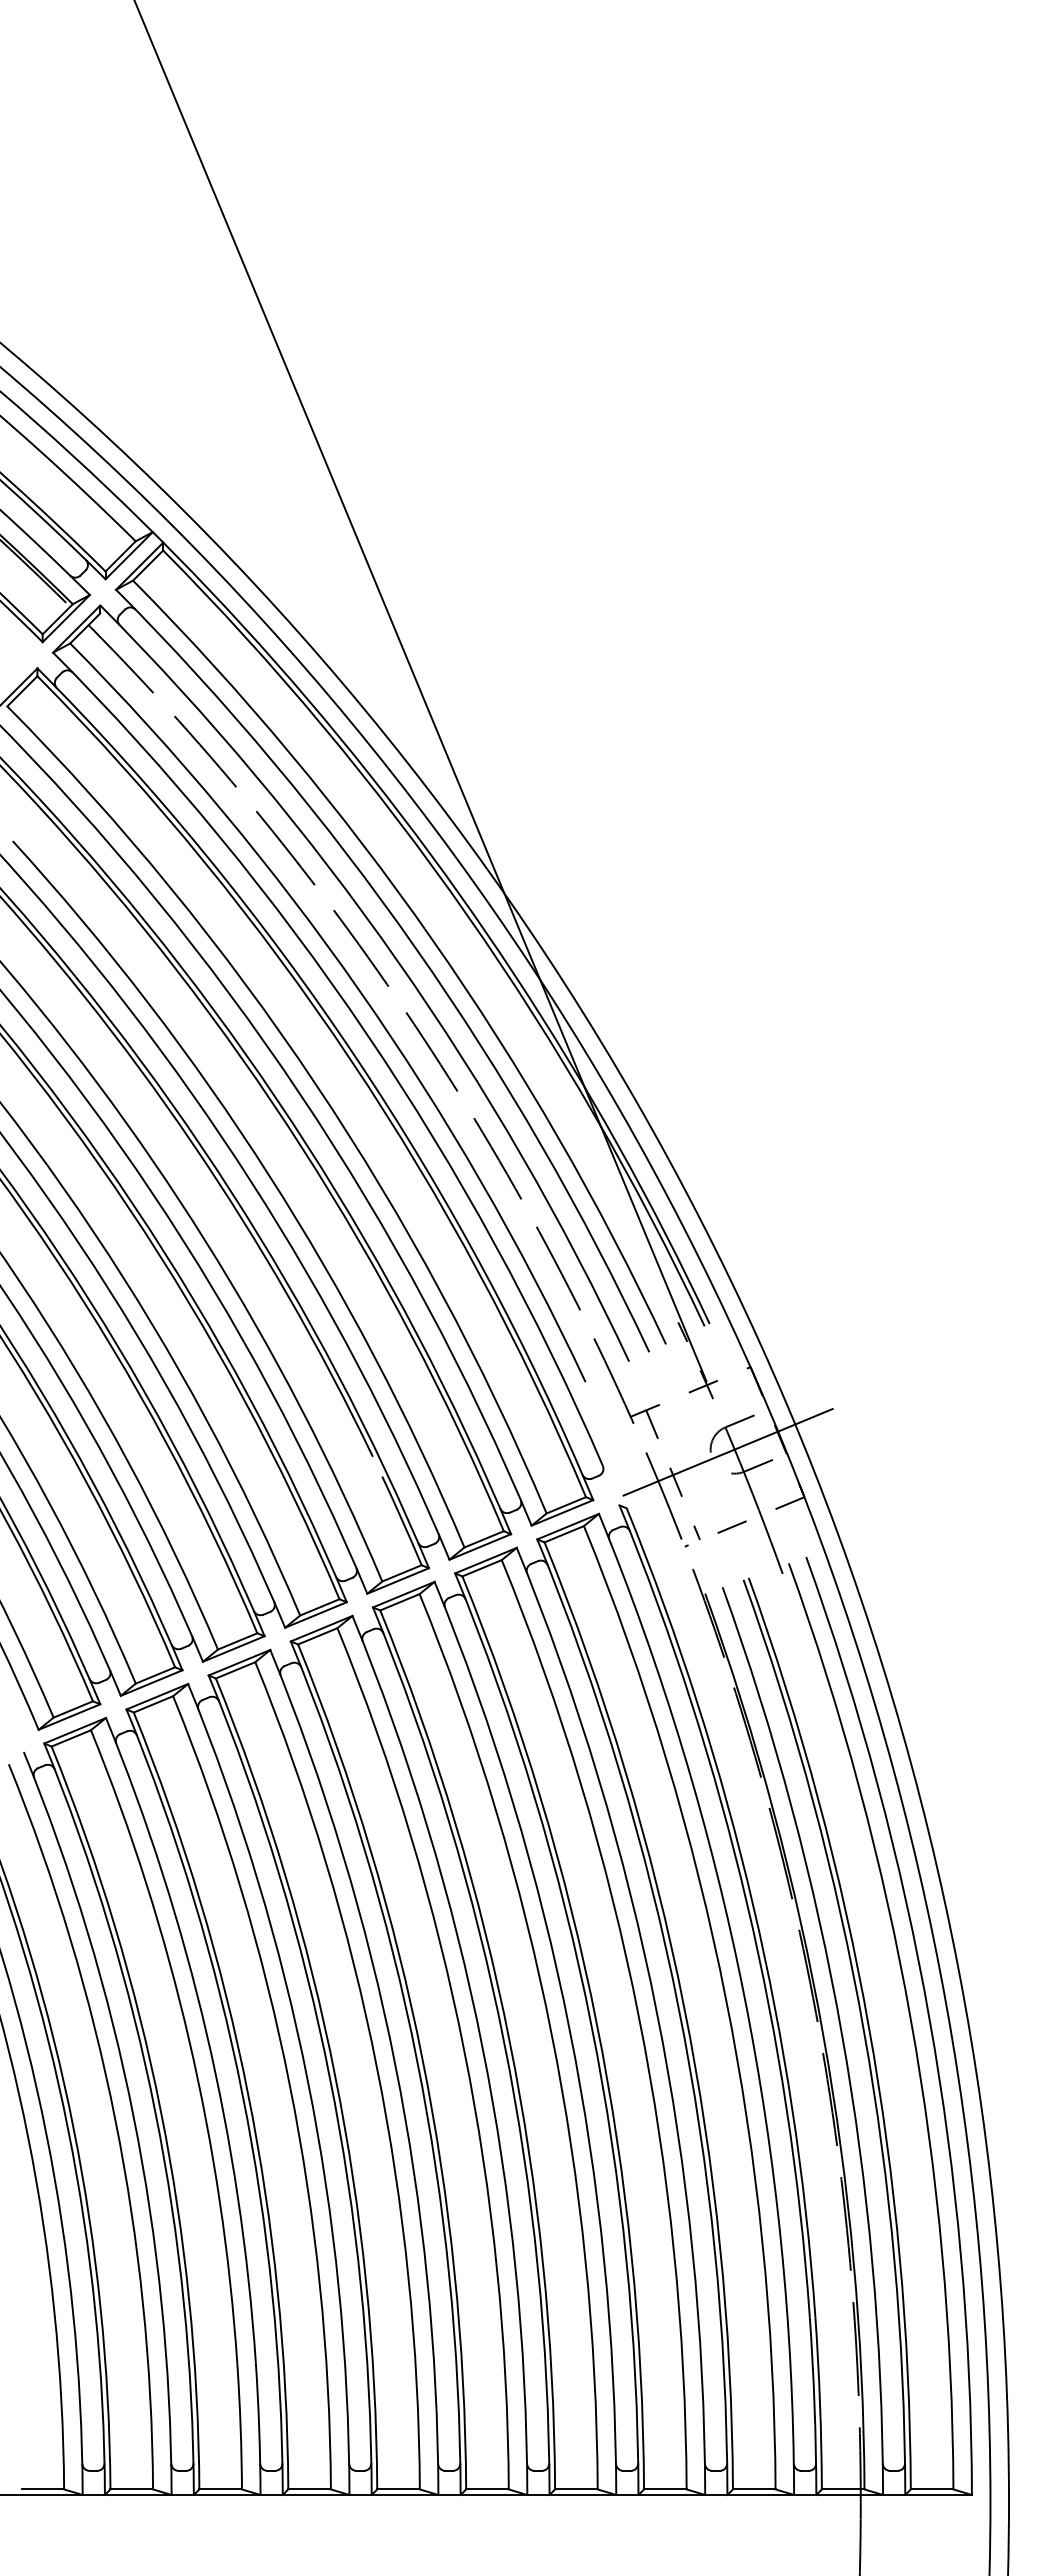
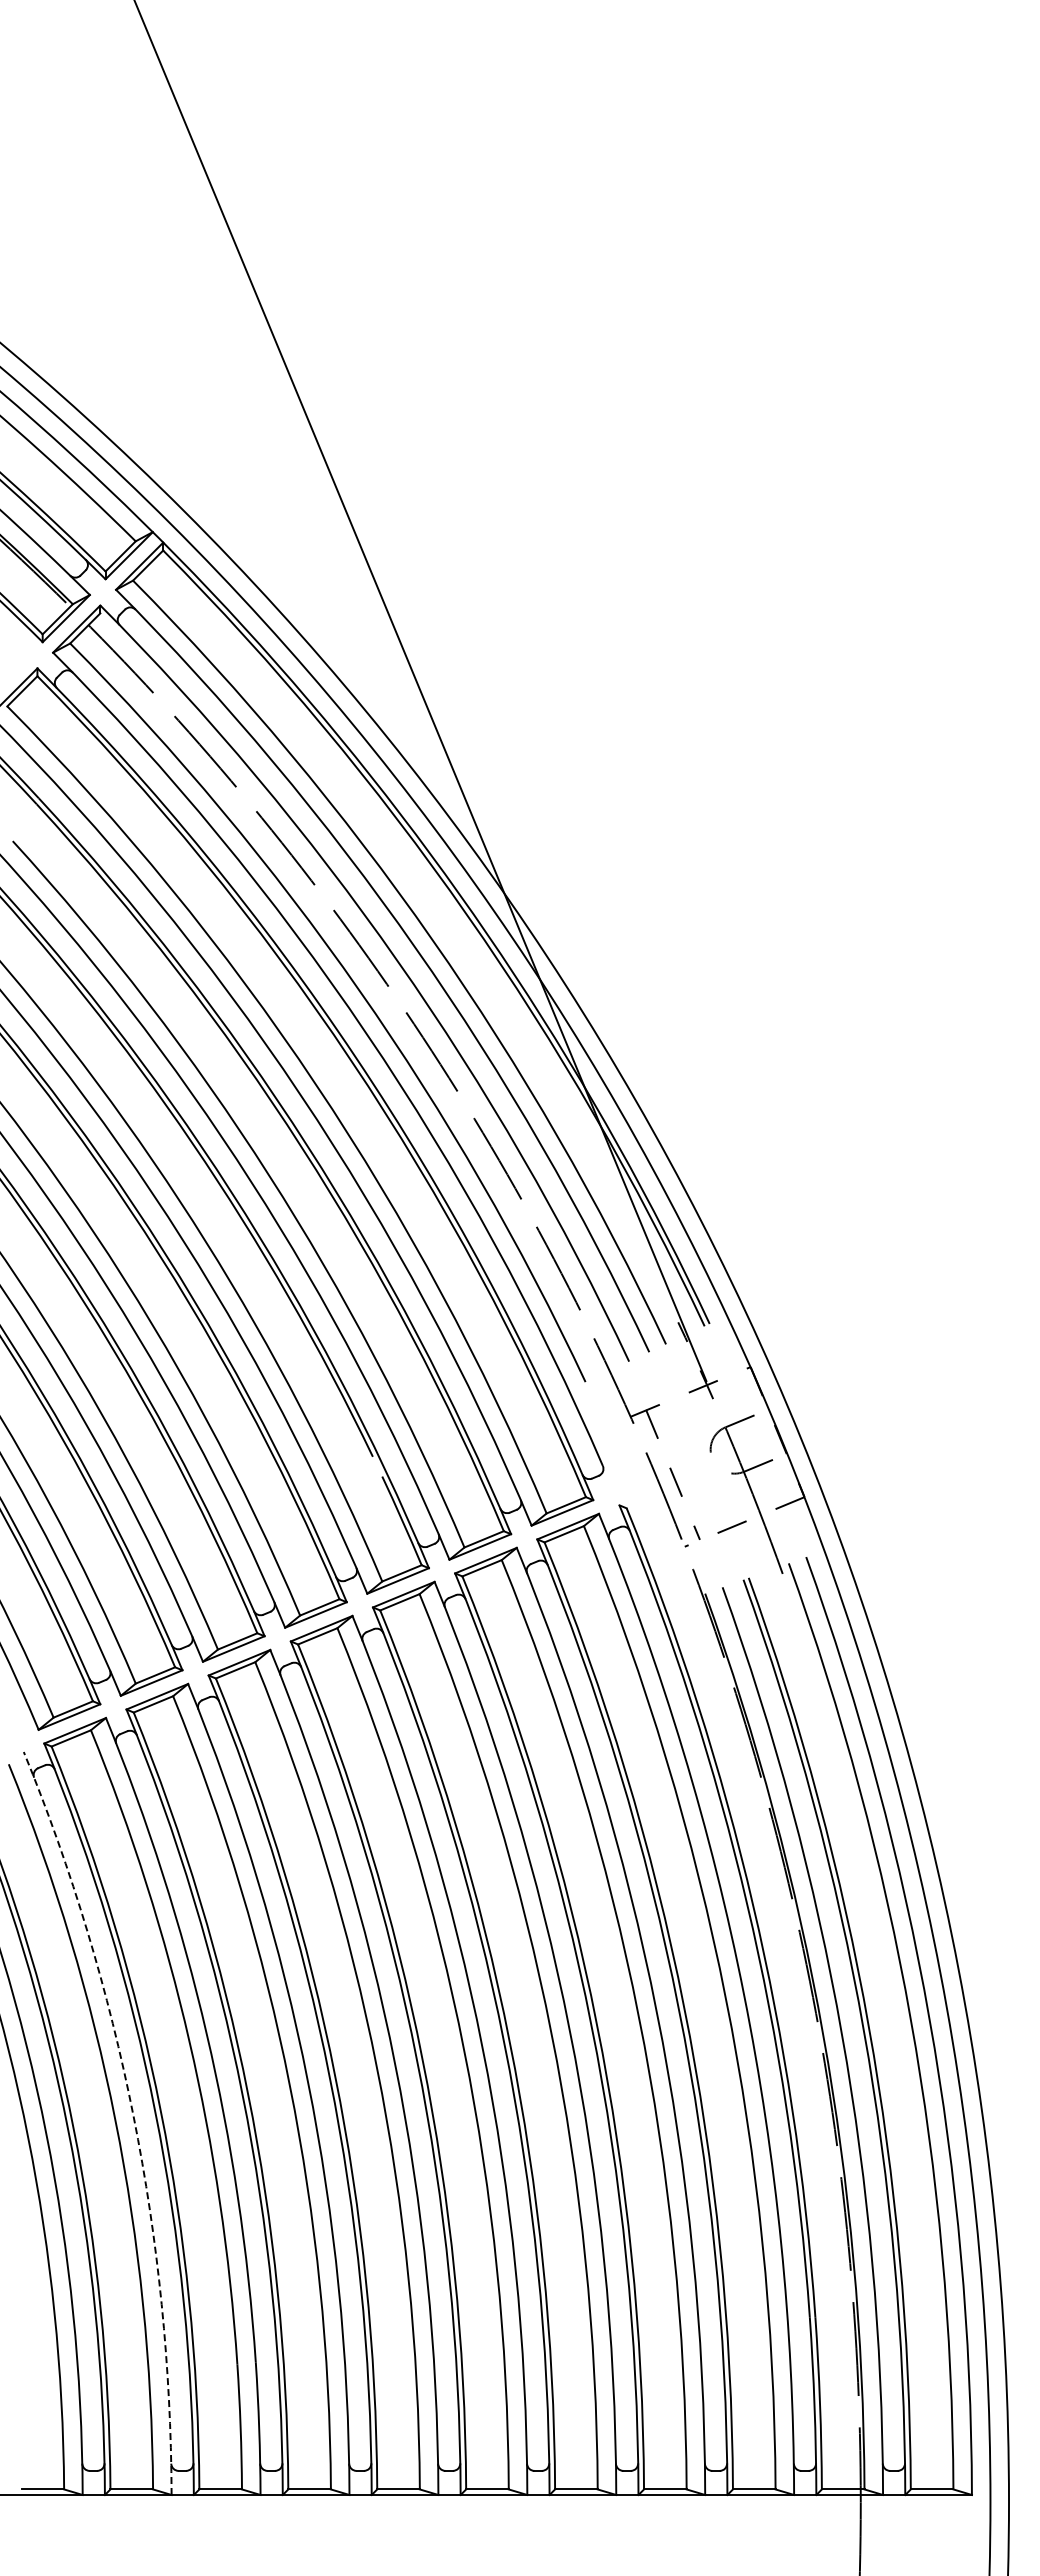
line at (727, 1451): present -> none
arc at (133, 2116): solid -> dashed
